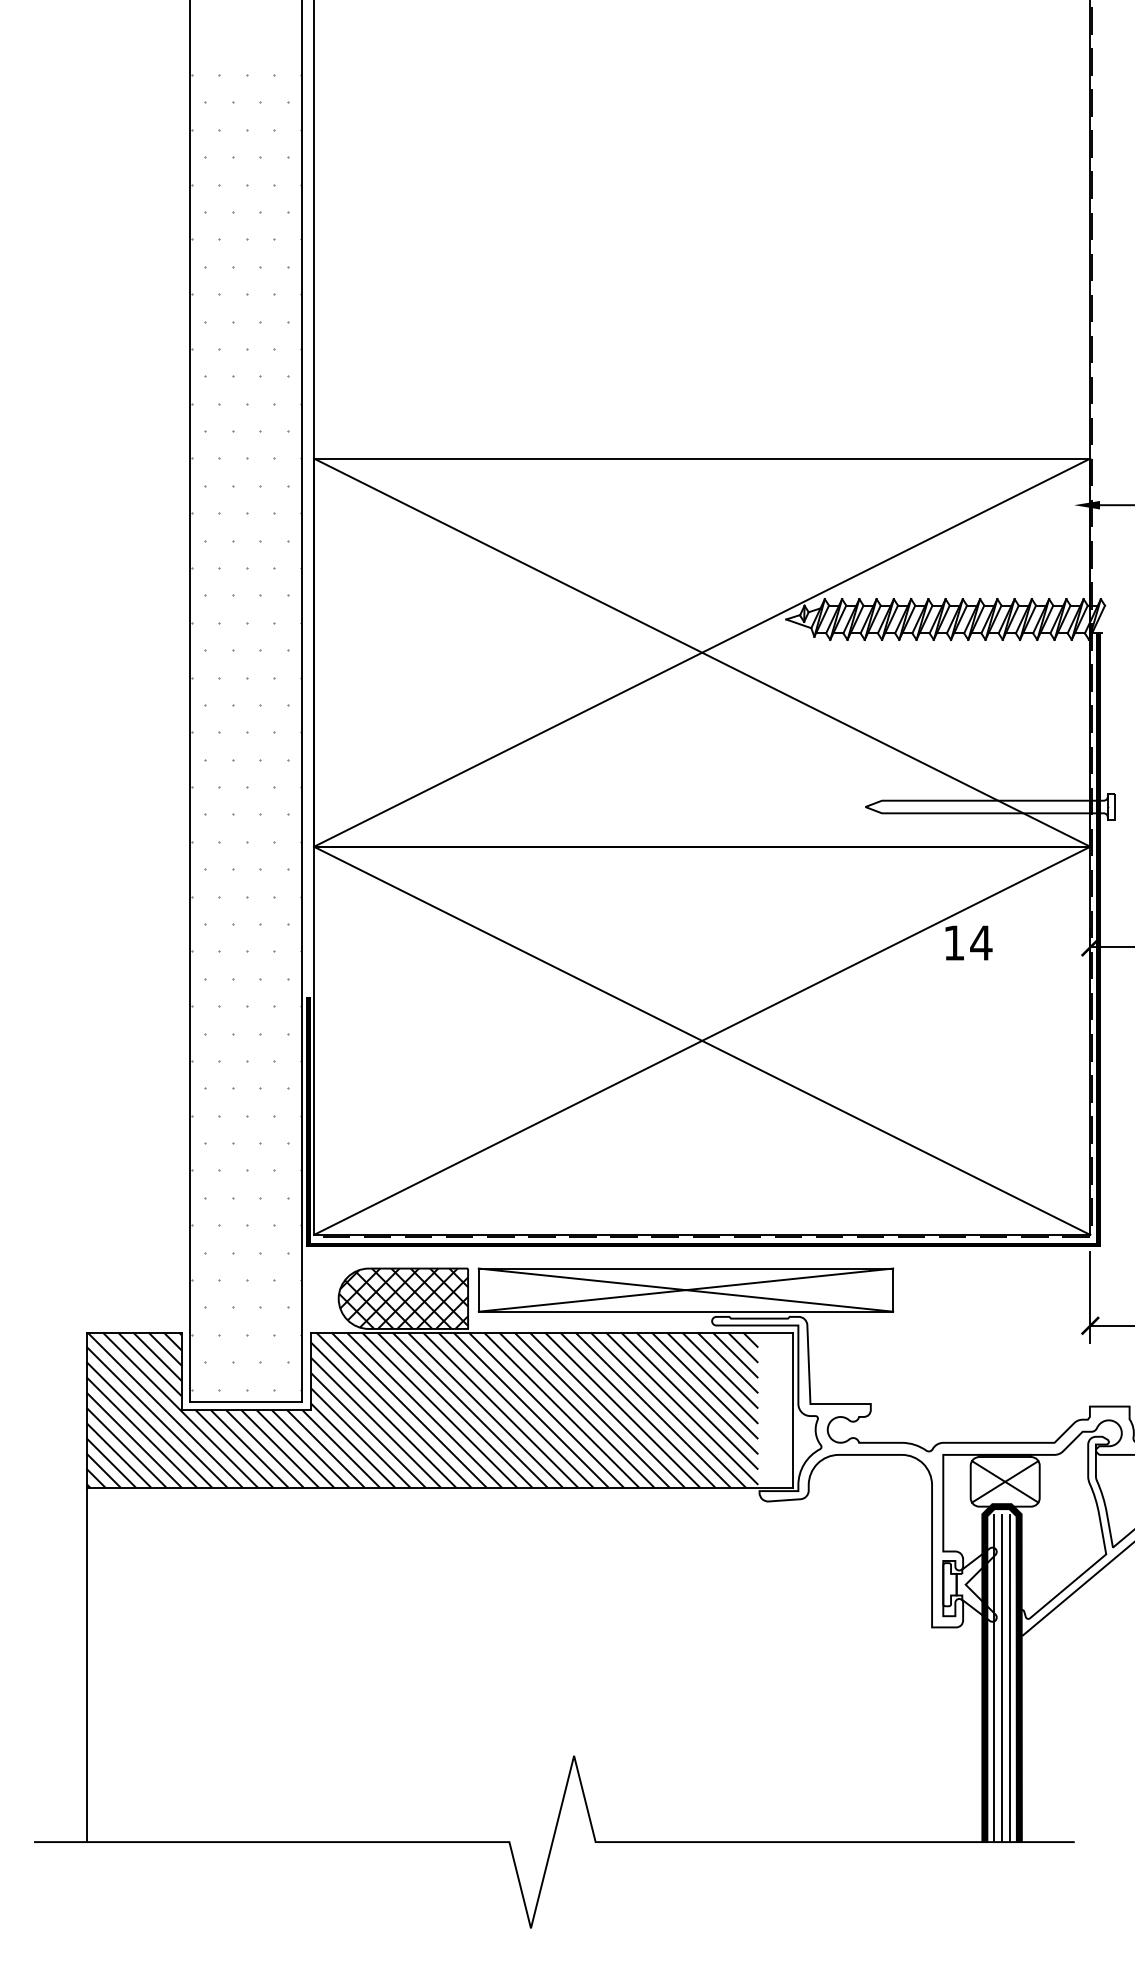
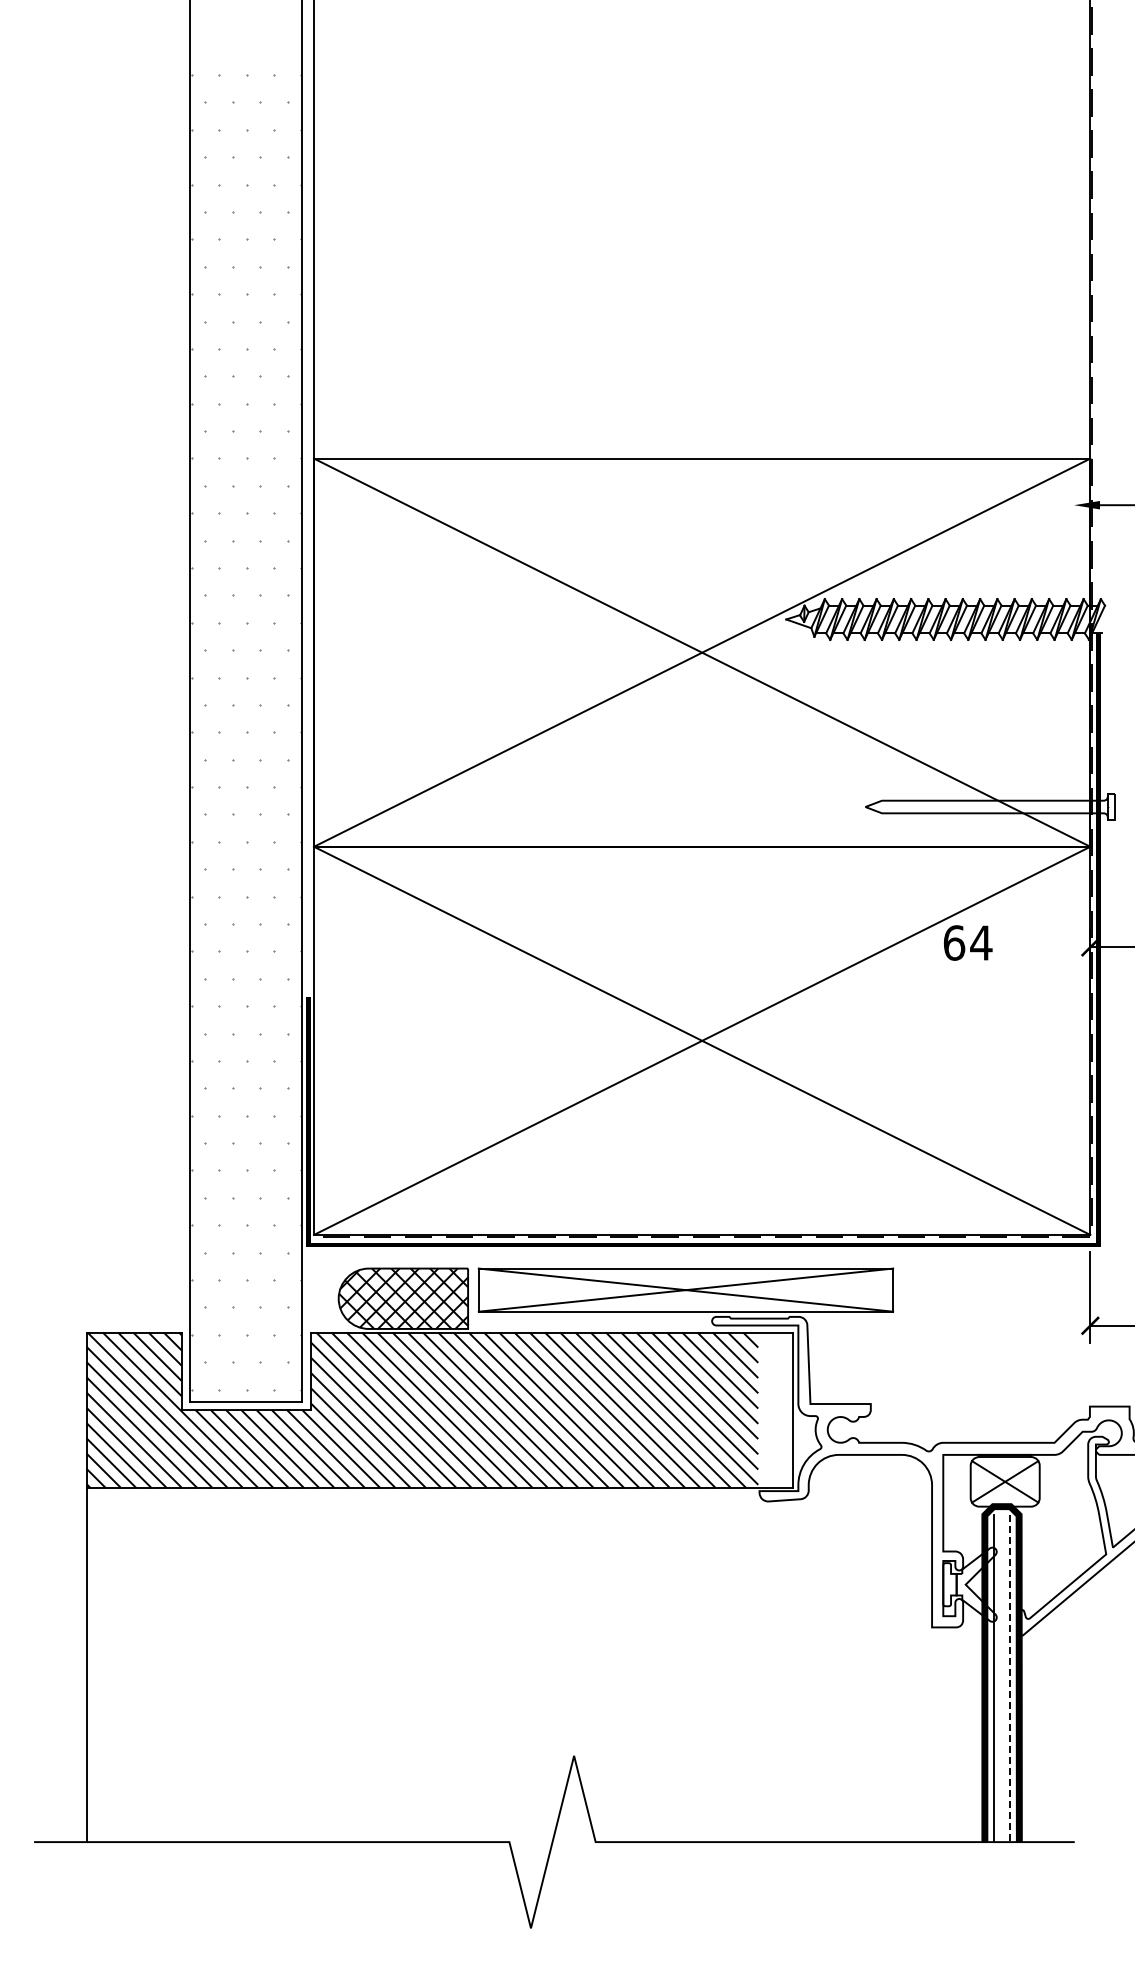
text at (954, 942): 14 -> 64
line at (1002, 1678): present -> none
line at (1010, 1678): solid -> dashed
